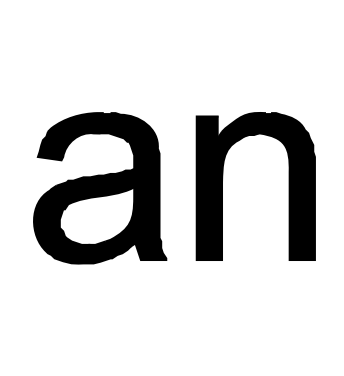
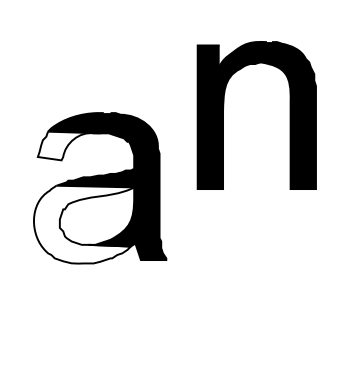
fill at (68, 145): present -> none
part at (222, 186) position: (222, 186) -> (223, 115)
fill at (84, 224): present -> none
